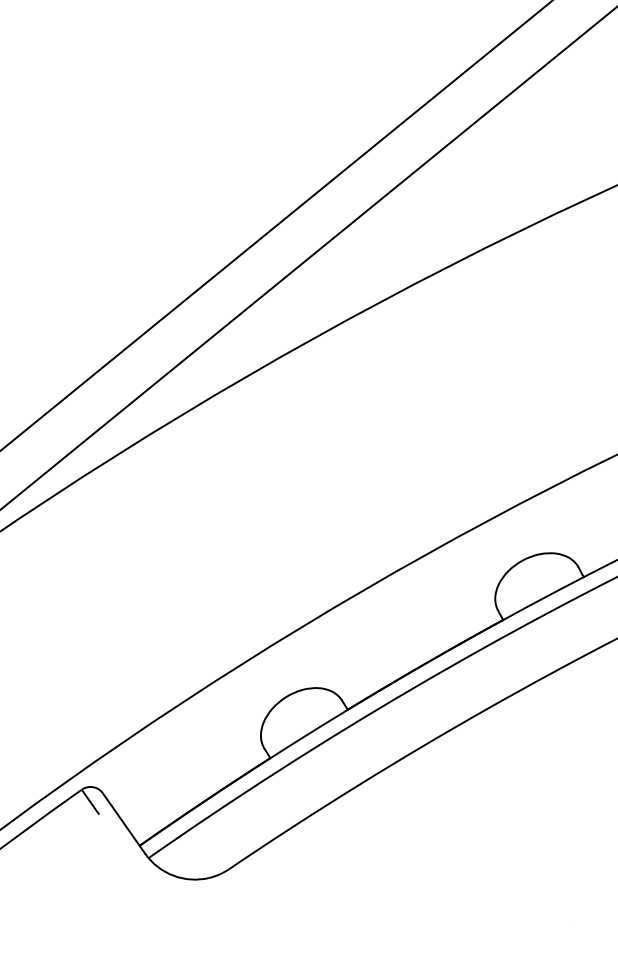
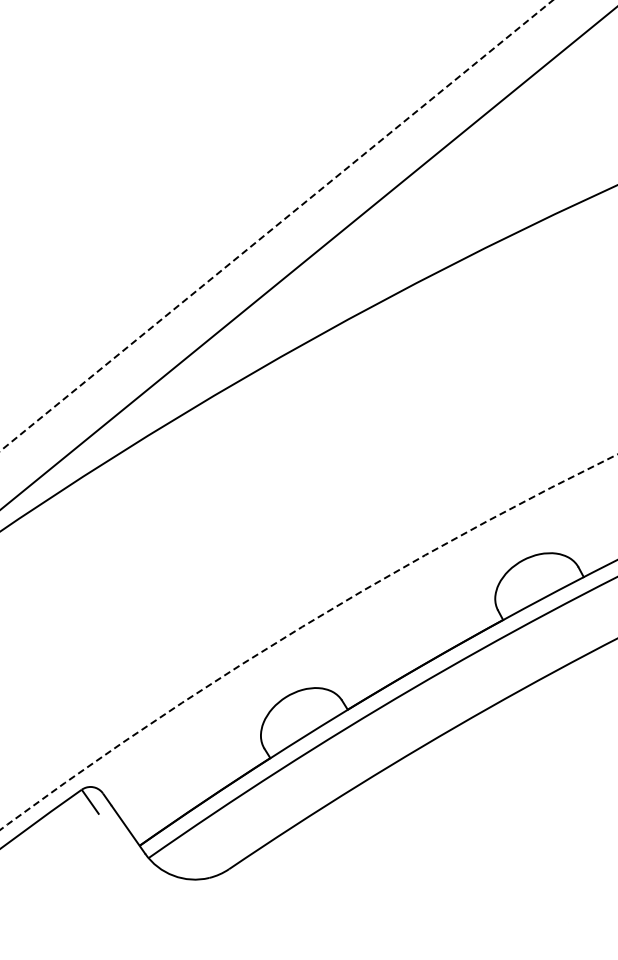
line at (276, 226): solid -> dashed
arc at (300, 627): solid -> dashed
